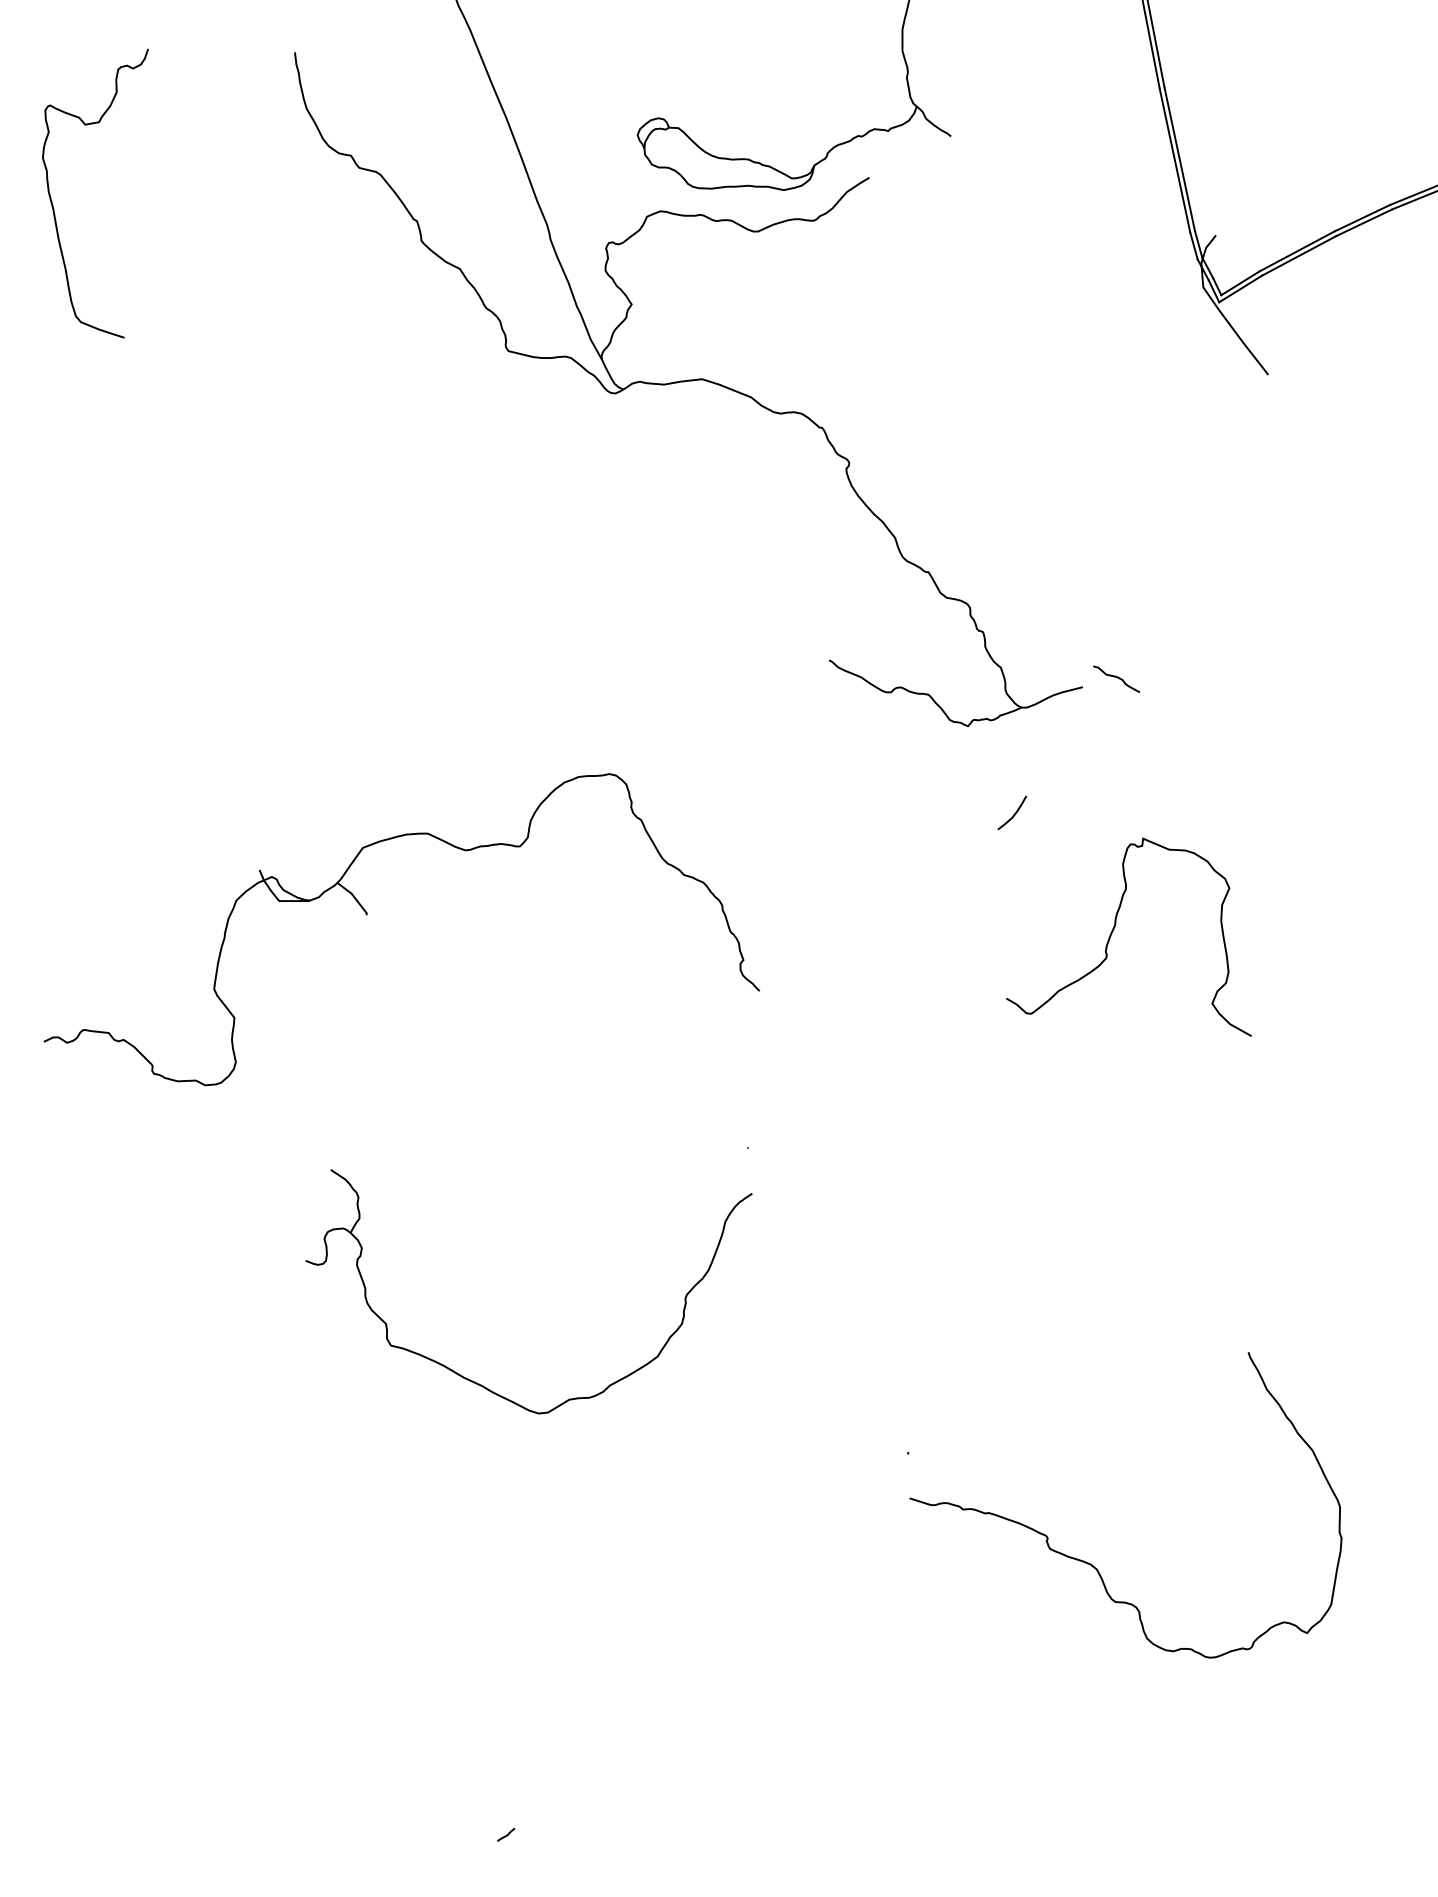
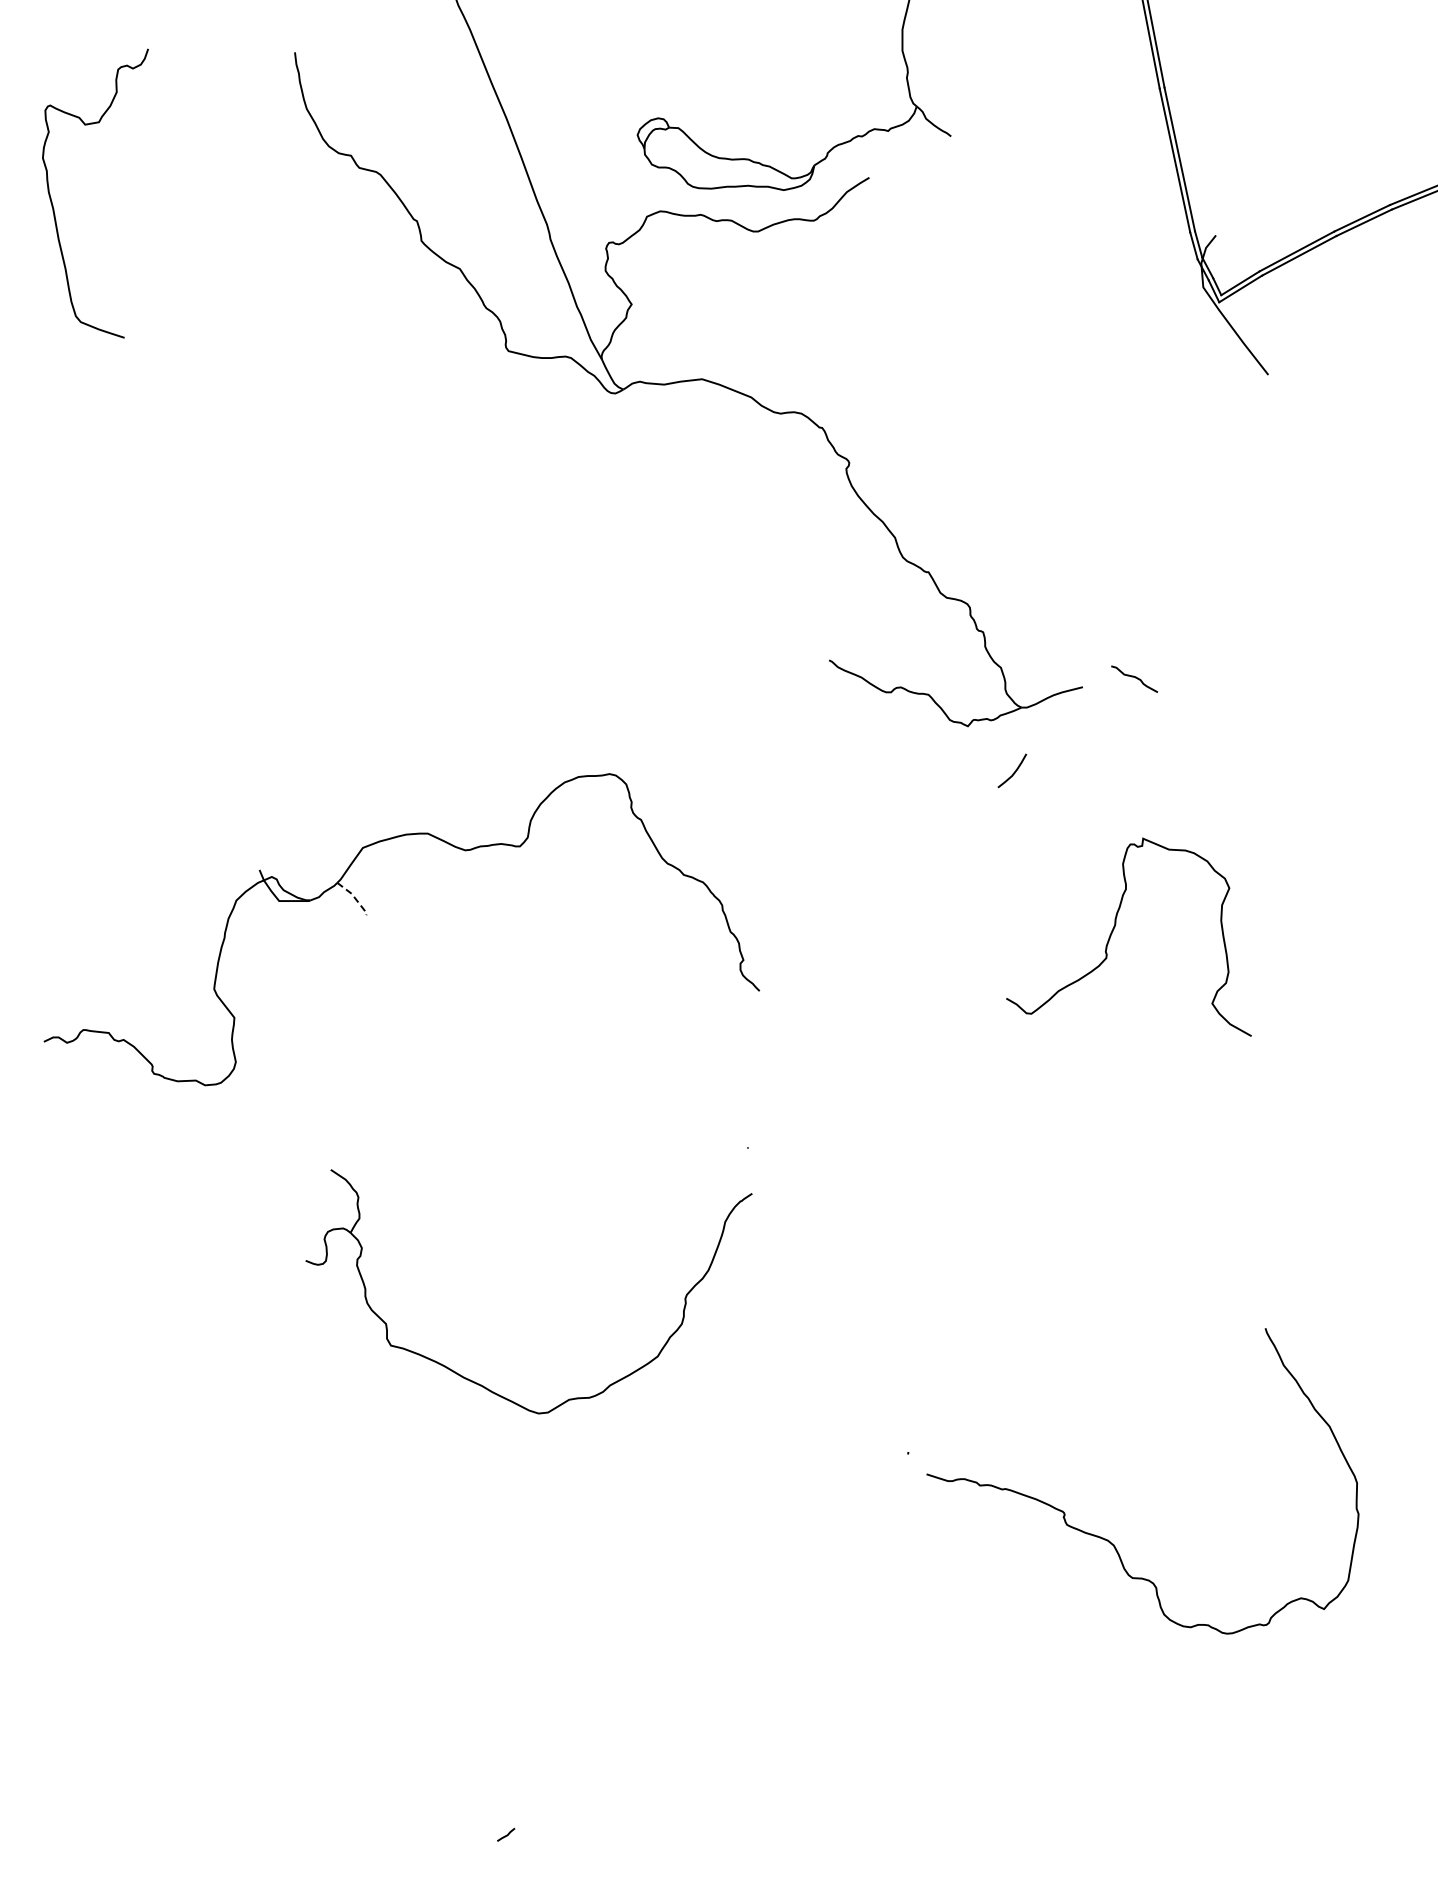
curve at (1116, 677) position: (1116, 677) -> (1134, 677)
curve at (1014, 813) position: (1014, 813) -> (1014, 771)
line at (354, 897): solid -> dashed
curve at (1091, 1563) position: (1091, 1563) -> (1108, 1539)
